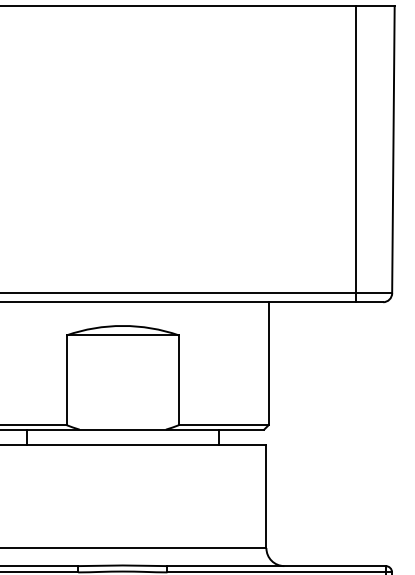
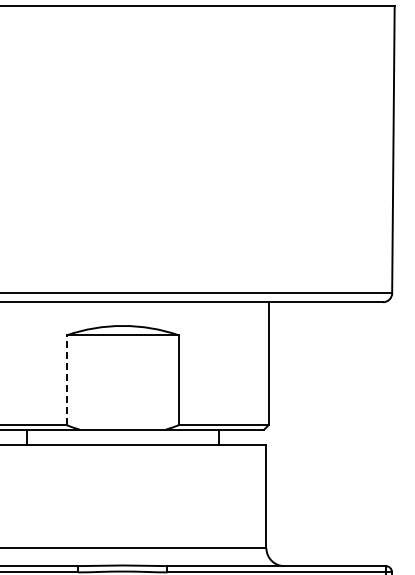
line at (356, 154): present -> none
line at (66, 380): solid -> dashed
